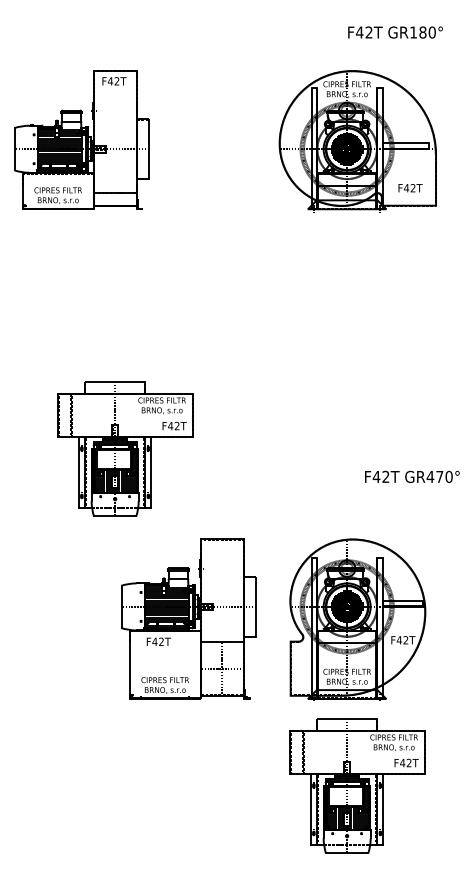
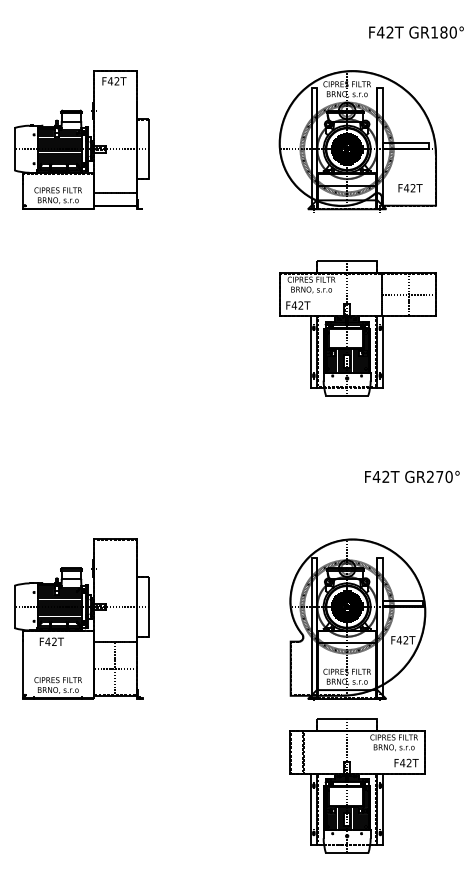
text at (395, 32) position: (395, 32) -> (416, 32)
part at (357, 328): none -> present
part at (125, 448): present -> none
text at (430, 476): GR470° -> GR270°
part at (188, 618) position: (188, 618) -> (81, 618)
